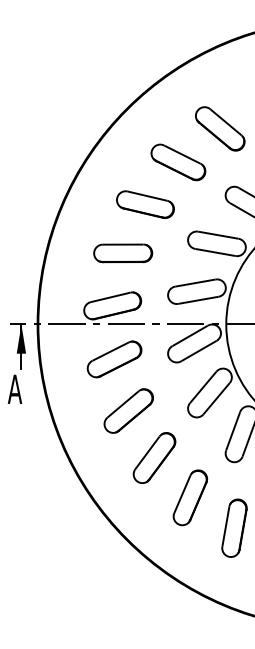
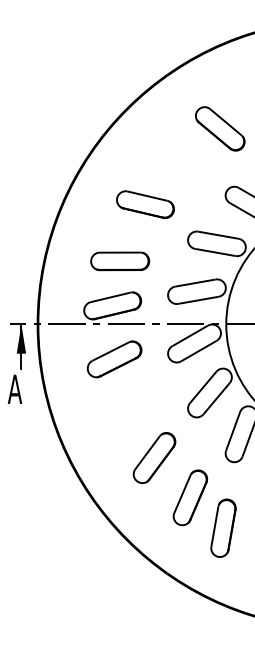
part at (178, 162): present -> none
part at (123, 253) position: (123, 253) -> (120, 261)
part at (128, 410): present -> none
part at (234, 527) position: (234, 527) -> (223, 527)
